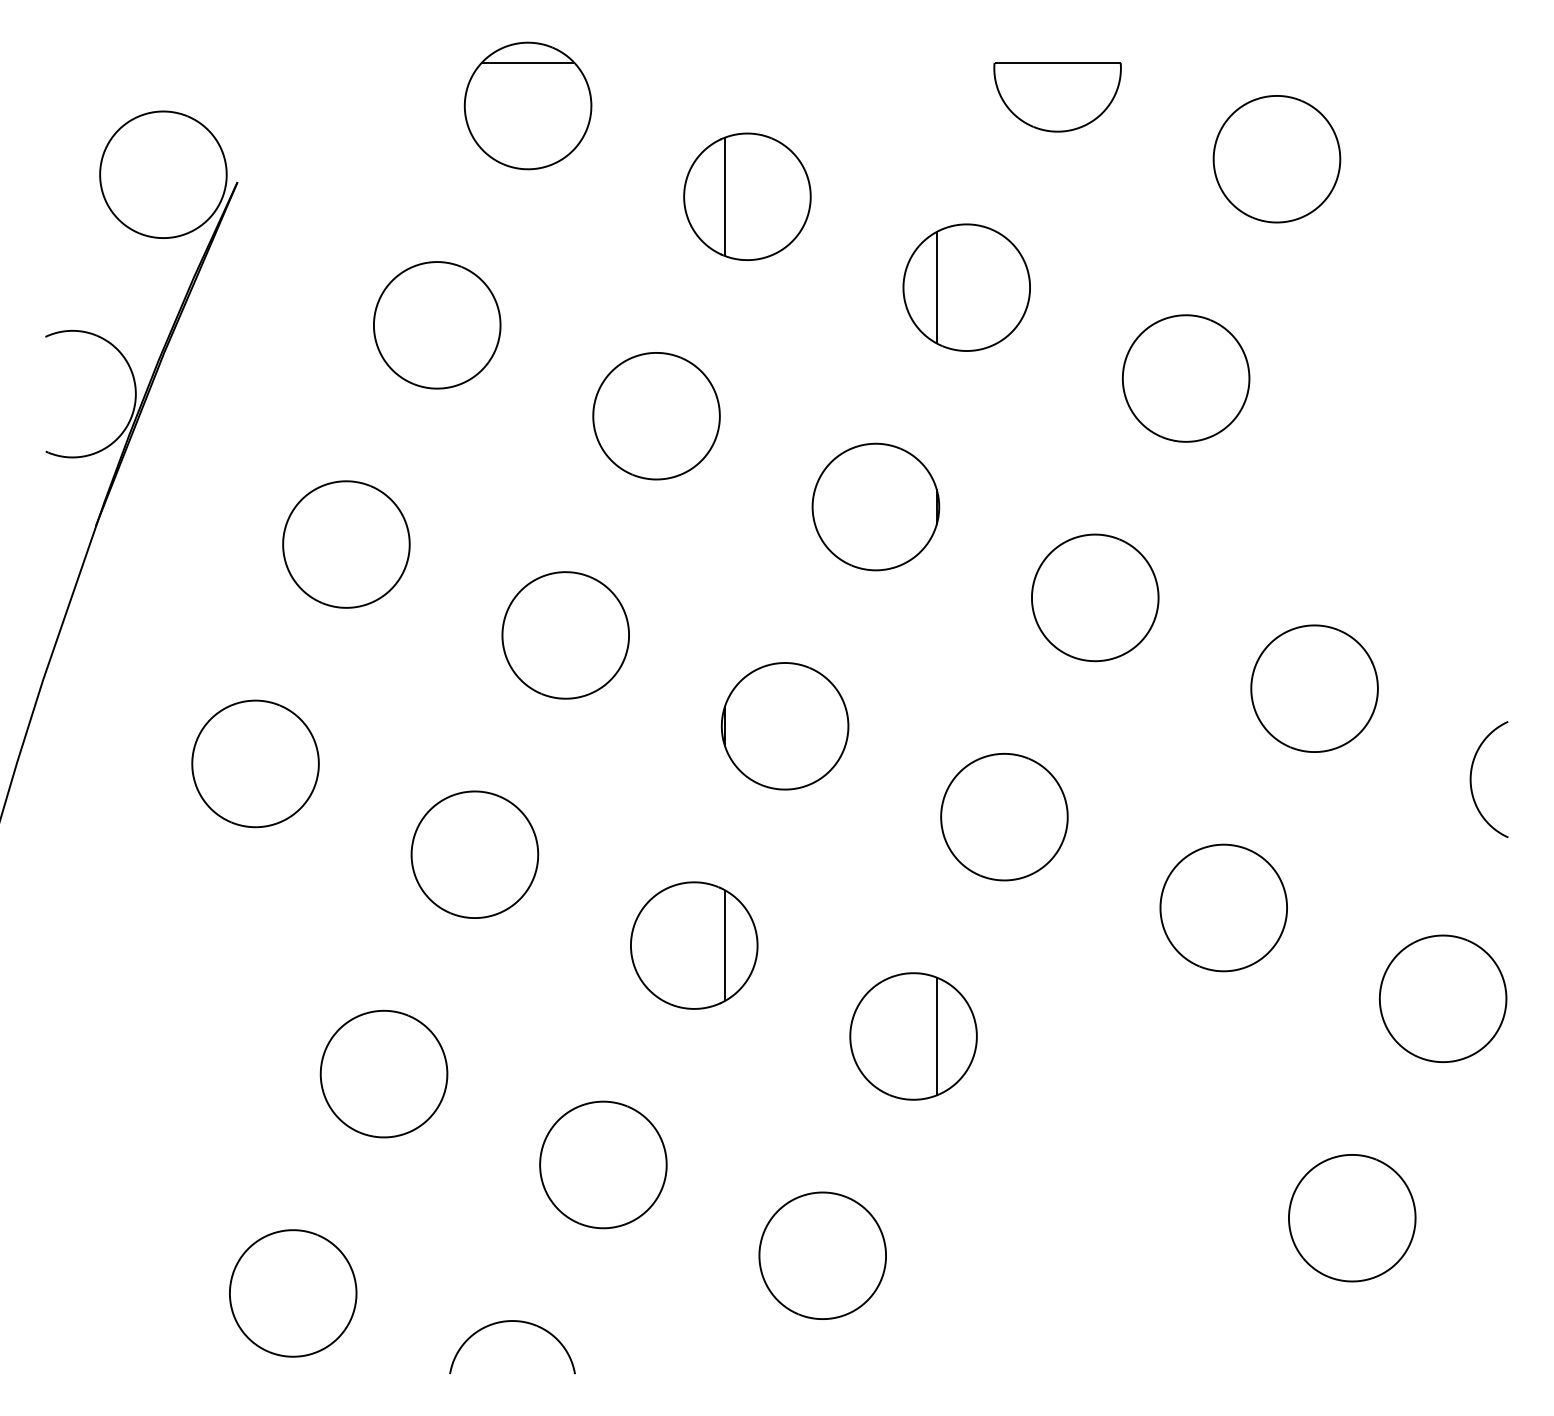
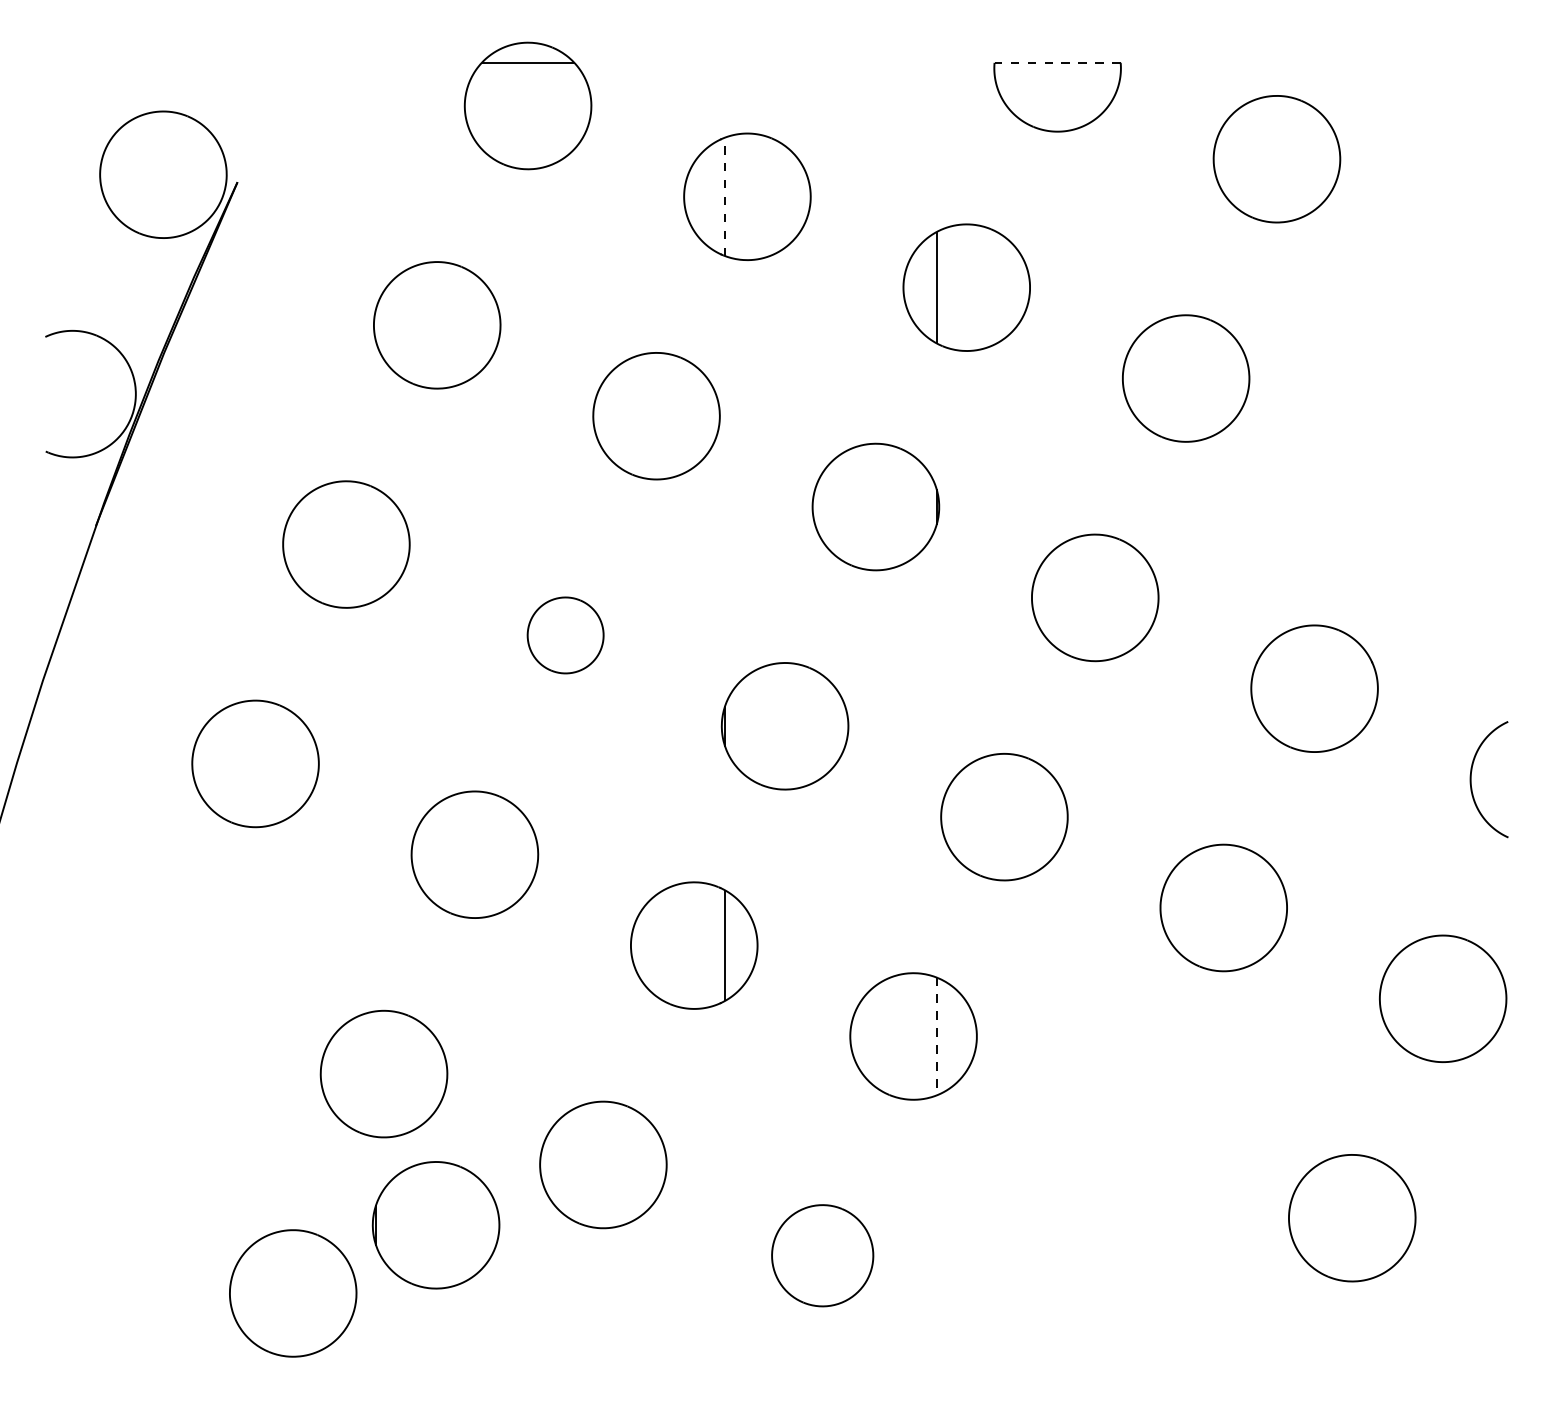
line at (1057, 62): solid -> dashed
line at (725, 196): solid -> dashed
part at (565, 635) size: 129x129 px -> 79x79 px
line at (936, 1036): solid -> dashed
part at (435, 1225): none -> present
part at (822, 1255) size: 129x129 px -> 104x104 px
part at (507, 1322): present -> none
